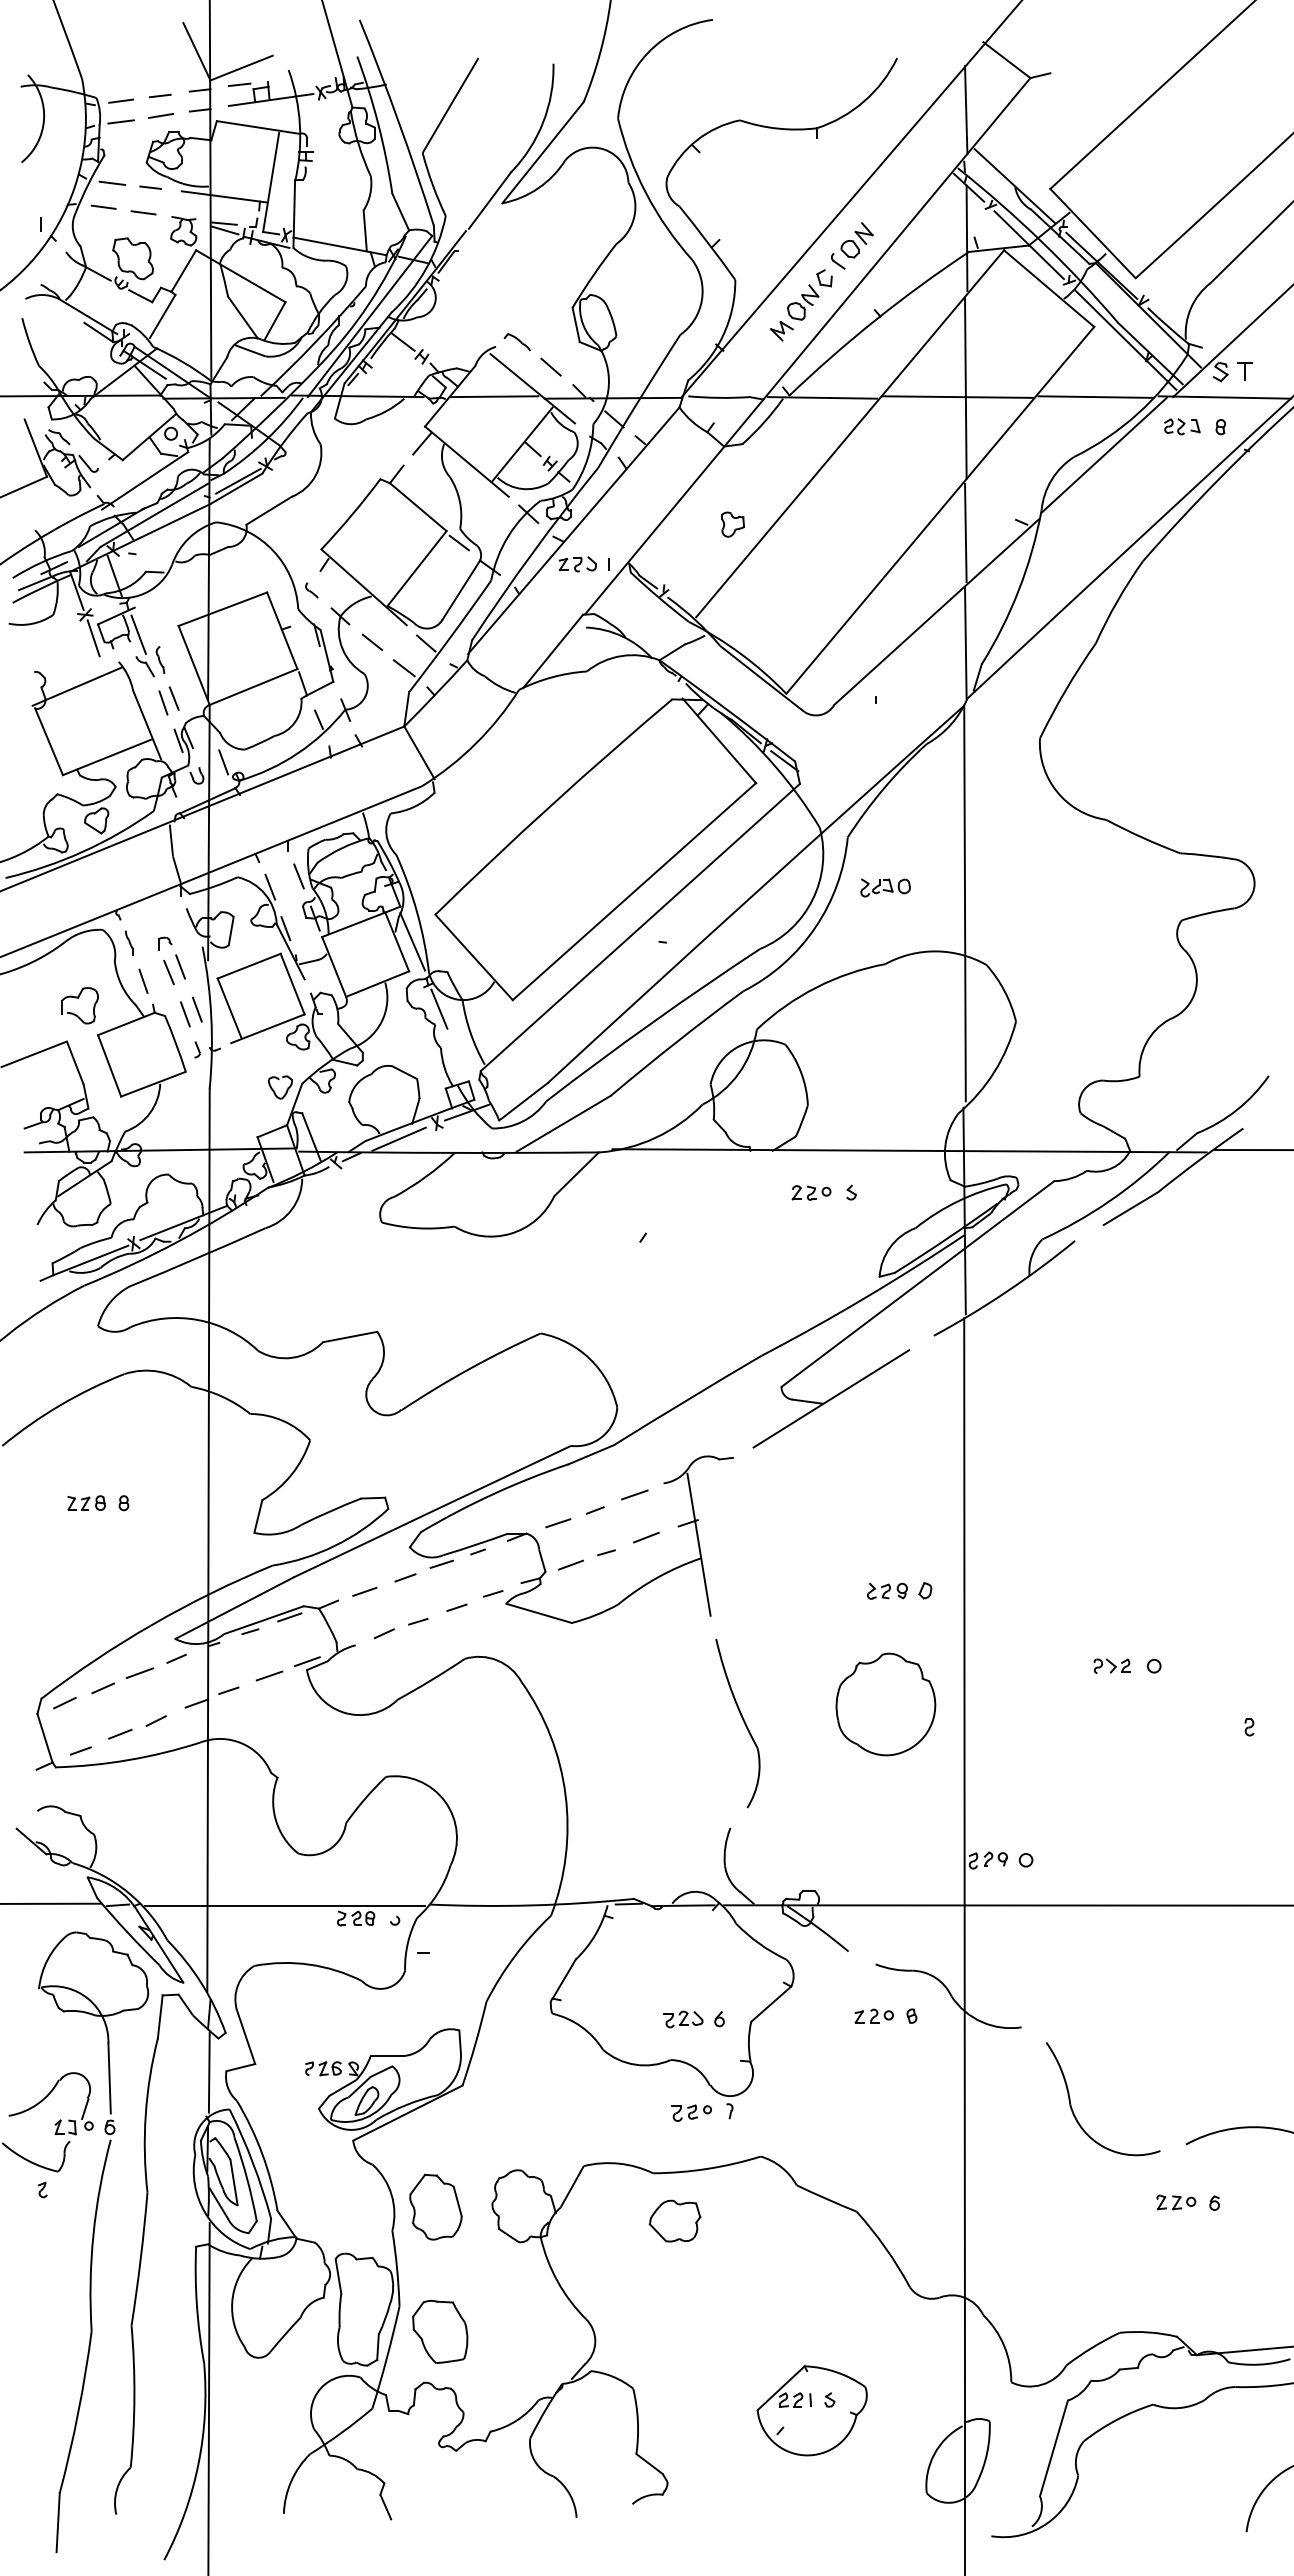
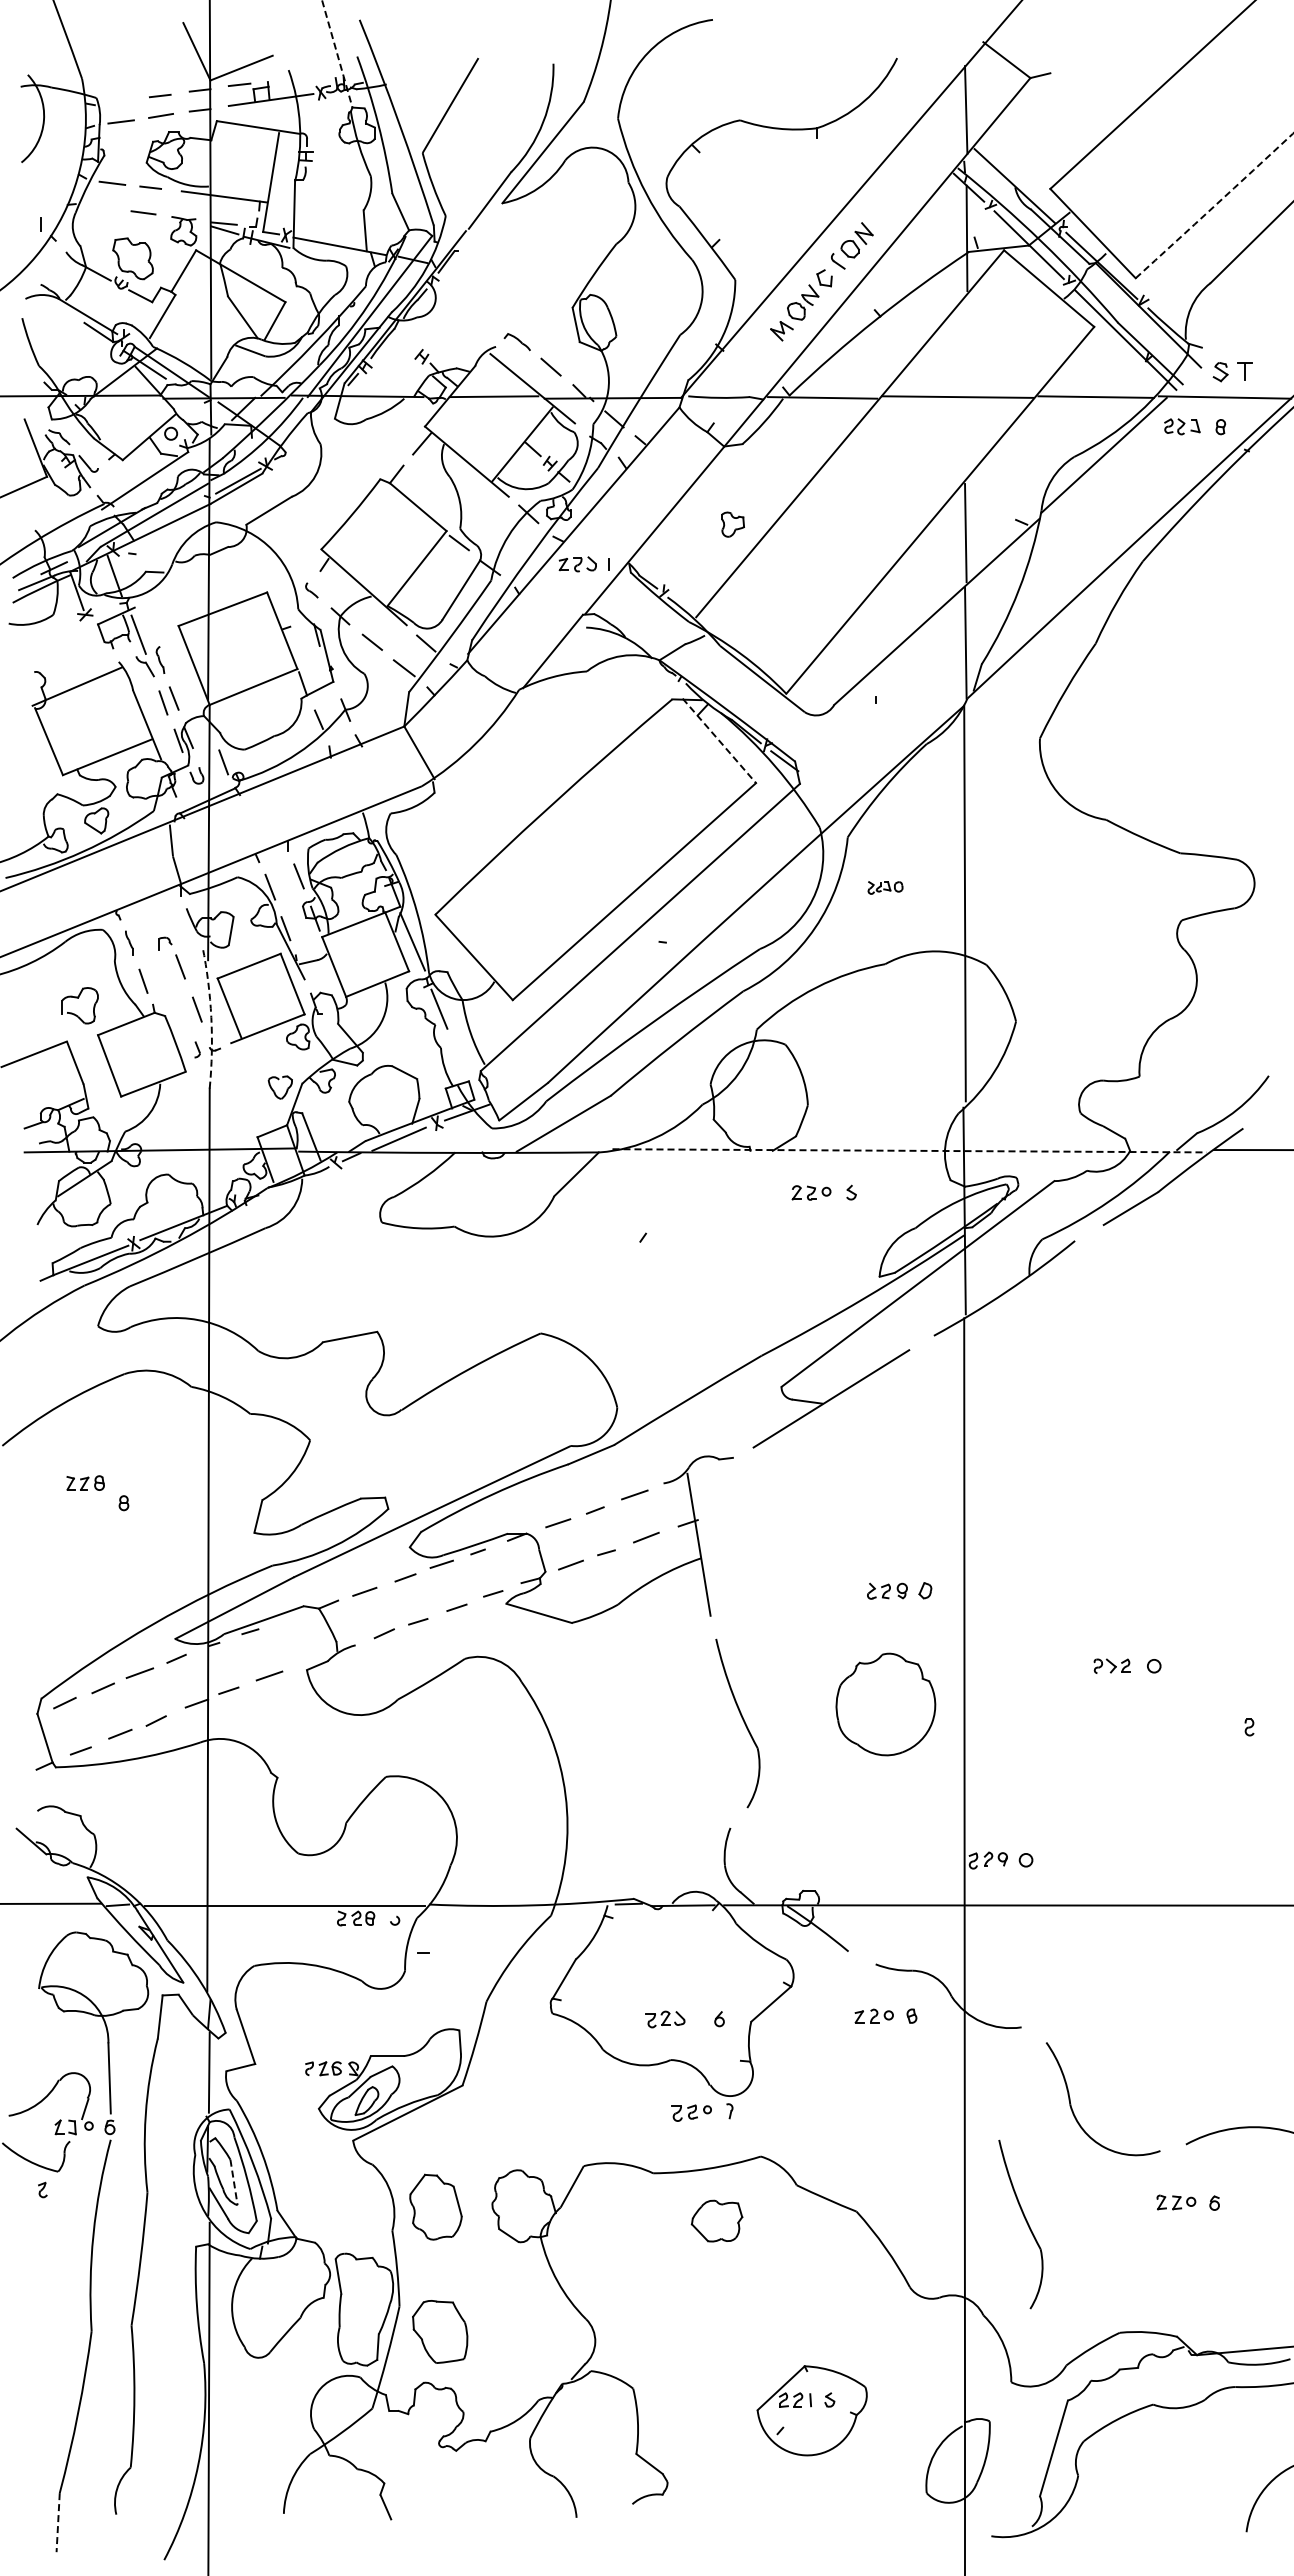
line at (337, 53): solid -> dashed
line at (121, 100): present -> none
arc at (1215, 205): solid -> dashed
line at (103, 206): present -> none
line at (402, 341): present -> none
line at (1231, 342): present -> none
line at (965, 387): present -> none
line at (93, 638): present -> none
line at (719, 740): solid -> dashed
part at (885, 887) size: 51x20 px -> 37x14 px
line at (168, 972): present -> none
line at (185, 1014): present -> none
arc at (211, 1017): solid -> dashed
line at (910, 1150): solid -> dashed
part at (86, 1502) position: (86, 1502) -> (85, 1482)
line at (289, 1617): present -> none
line at (307, 1661): present -> none
part at (683, 2019) position: (683, 2019) -> (665, 2019)
line at (234, 2182): solid -> dashed
part at (674, 2220) position: (674, 2220) -> (716, 2220)
part at (1020, 2224): none -> present
line at (58, 2522): solid -> dashed
